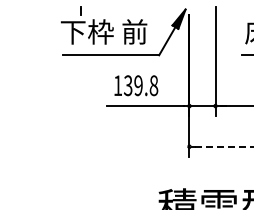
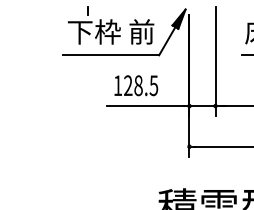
part at (103, 25) position: (103, 25) -> (110, 25)
text at (141, 85): 139.8 -> 128.5
line at (224, 146): dashed -> solid
